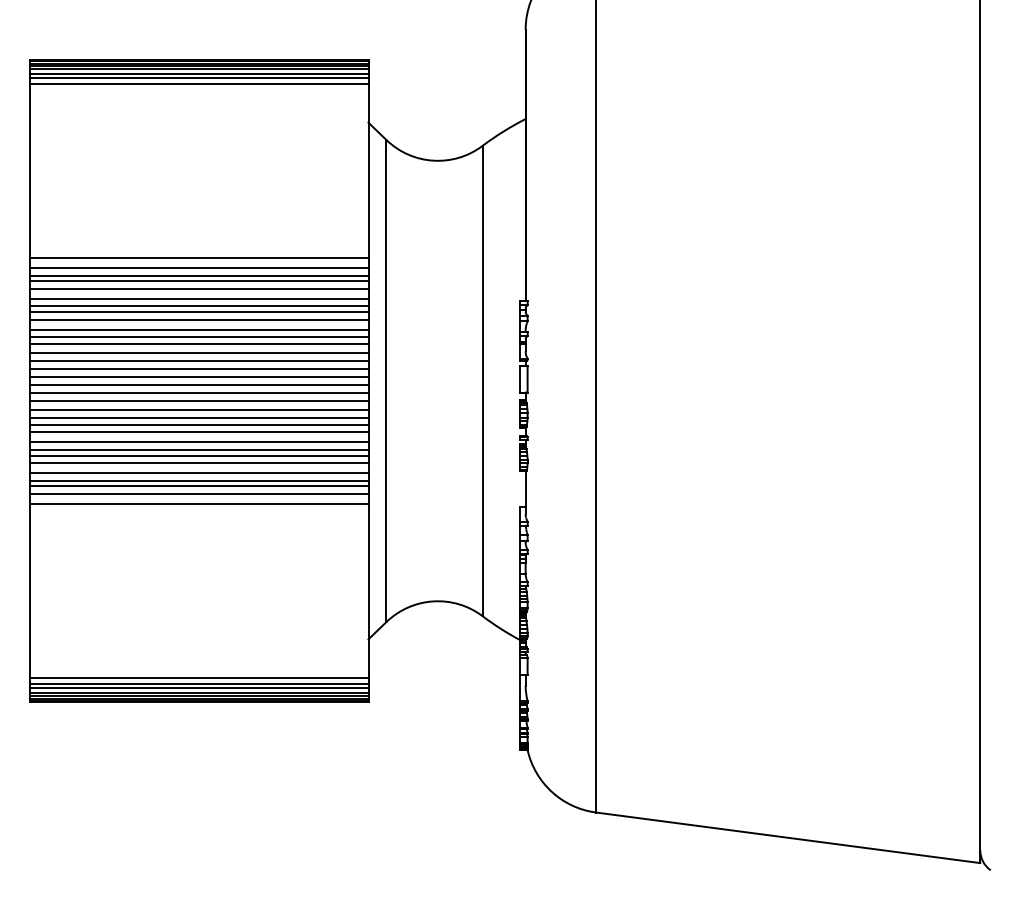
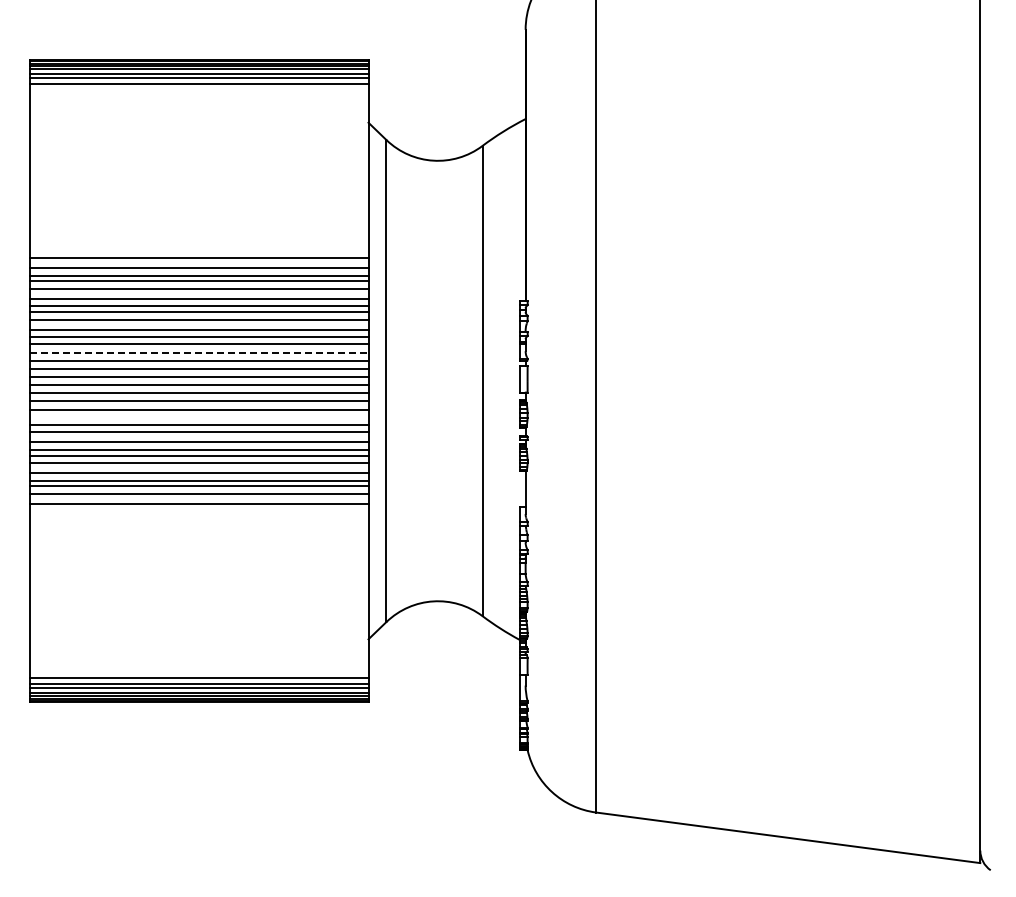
line at (199, 352): solid -> dashed
line at (199, 417): present -> none
